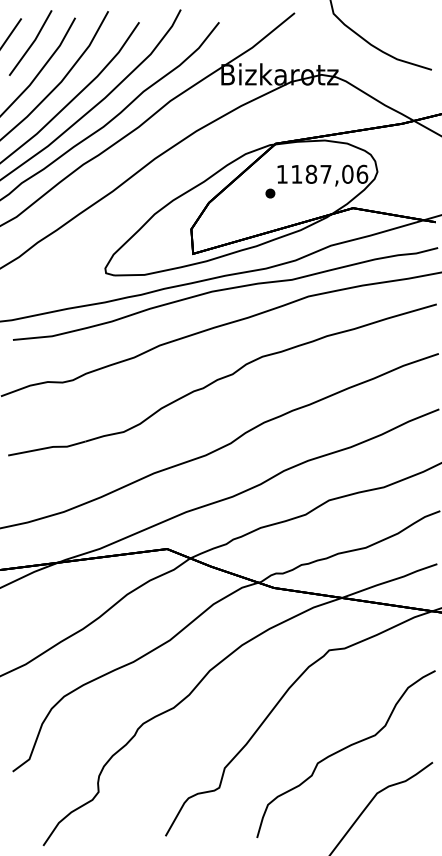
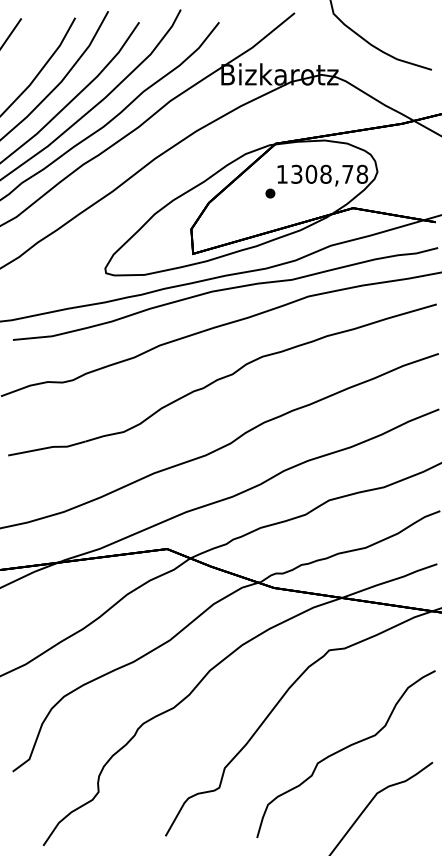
line at (31, 43): present -> none
text at (329, 173): 1187,06 -> 1308,78
